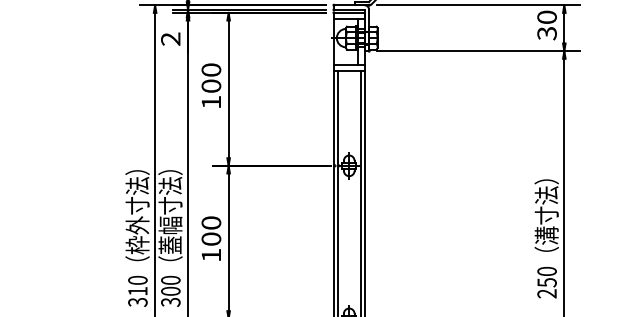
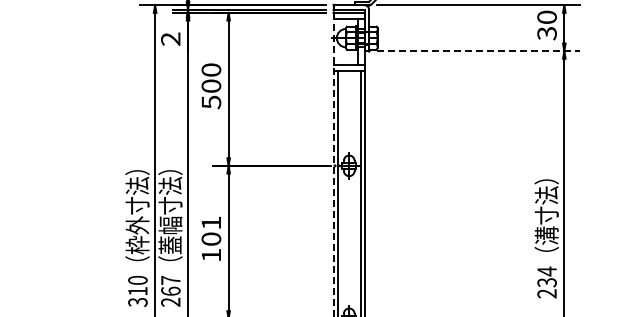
line at (478, 51): solid -> dashed
text at (211, 102): 100 -> 500
line at (333, 164): solid -> dashed
text at (211, 222): 100 -> 101
text at (546, 276): 250 -> 234
text at (170, 290): 300 -> 267
